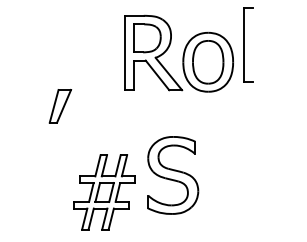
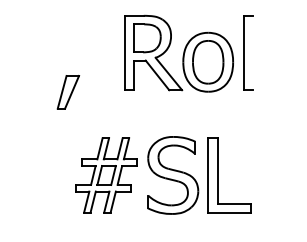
part at (248, 44) position: (248, 44) -> (248, 52)
part at (60, 106) position: (60, 106) -> (68, 92)
part at (218, 175): none -> present
part at (104, 192) position: (104, 192) -> (106, 175)
